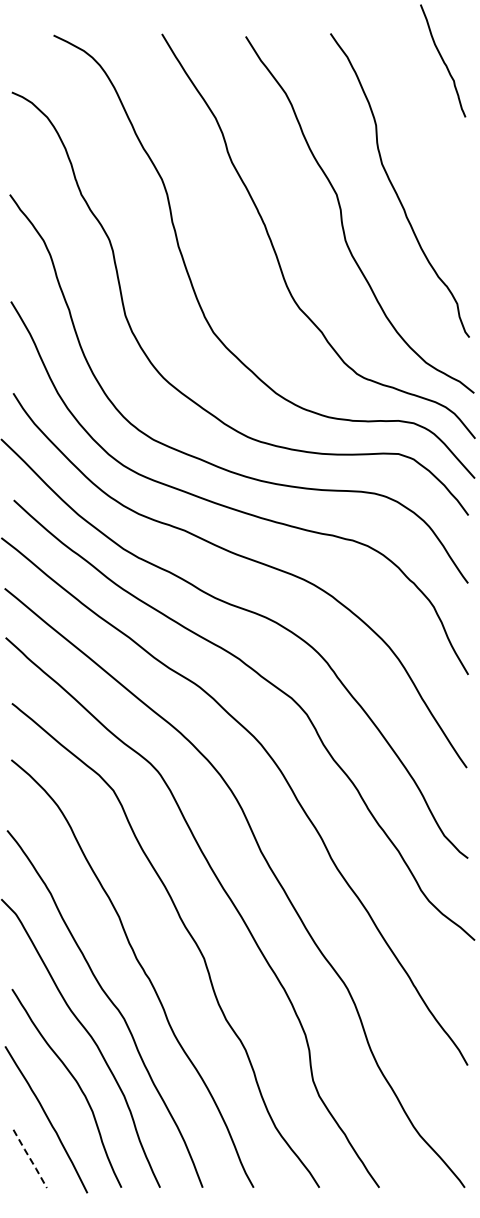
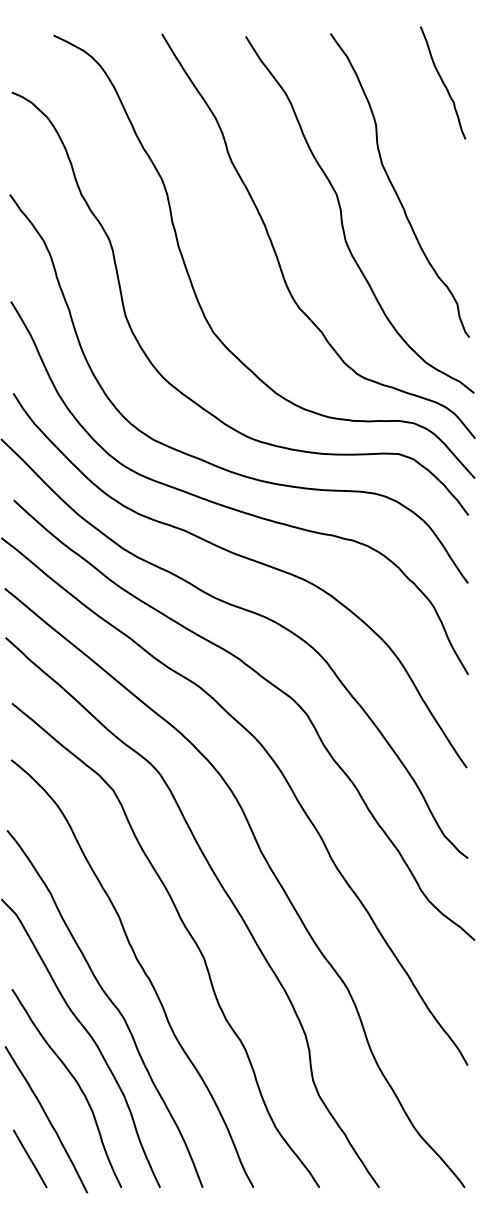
curve at (443, 60) position: (443, 60) -> (443, 82)
line at (30, 1159): dashed -> solid
